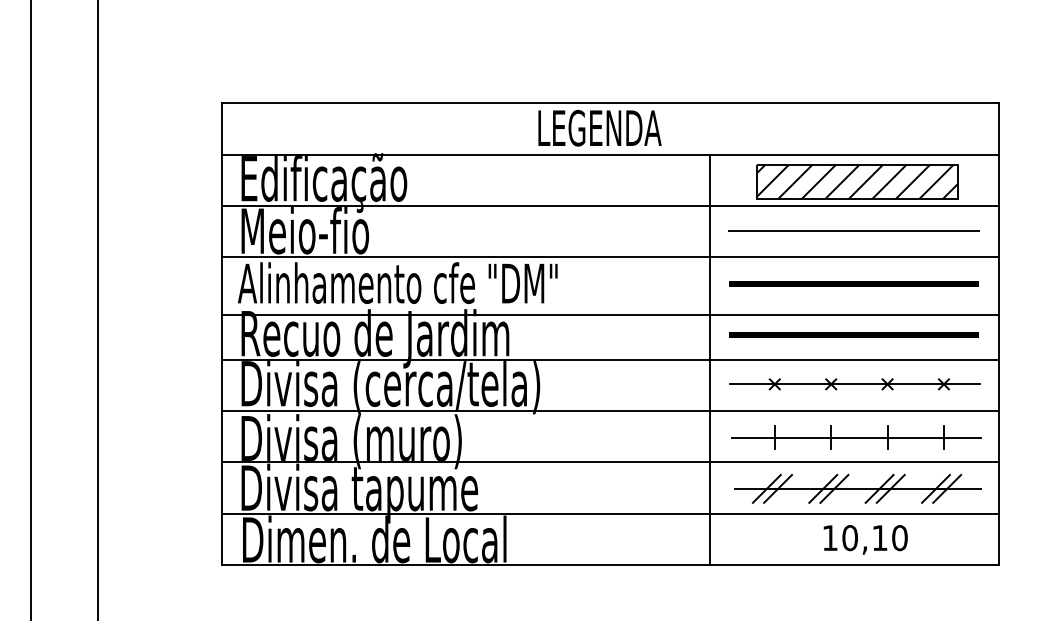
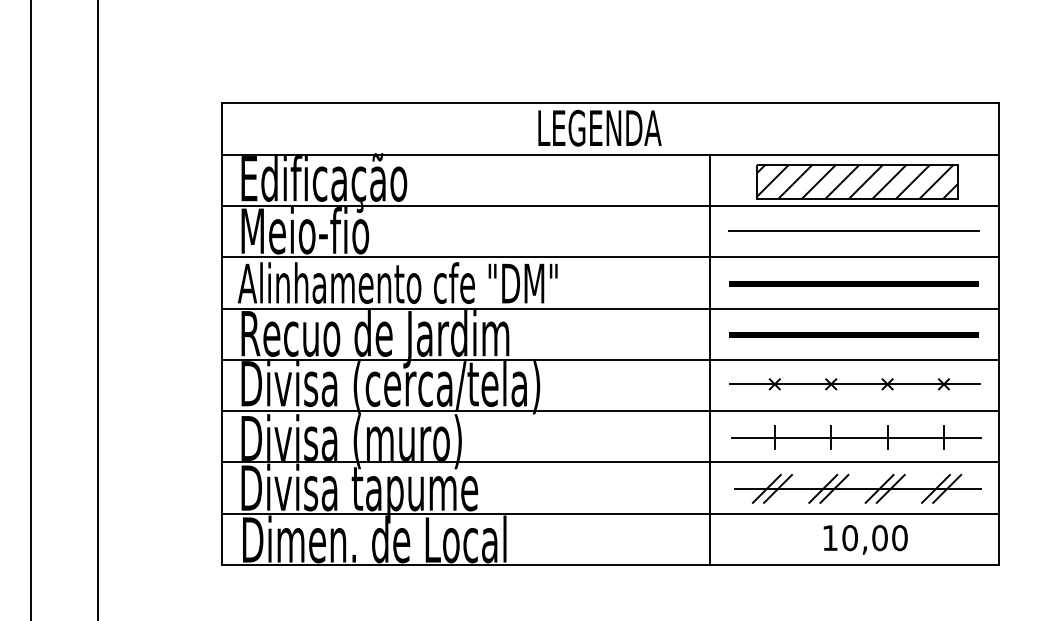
line at (610, 314) position: (610, 314) -> (610, 308)
text at (879, 538): 10,10 -> 10,00
